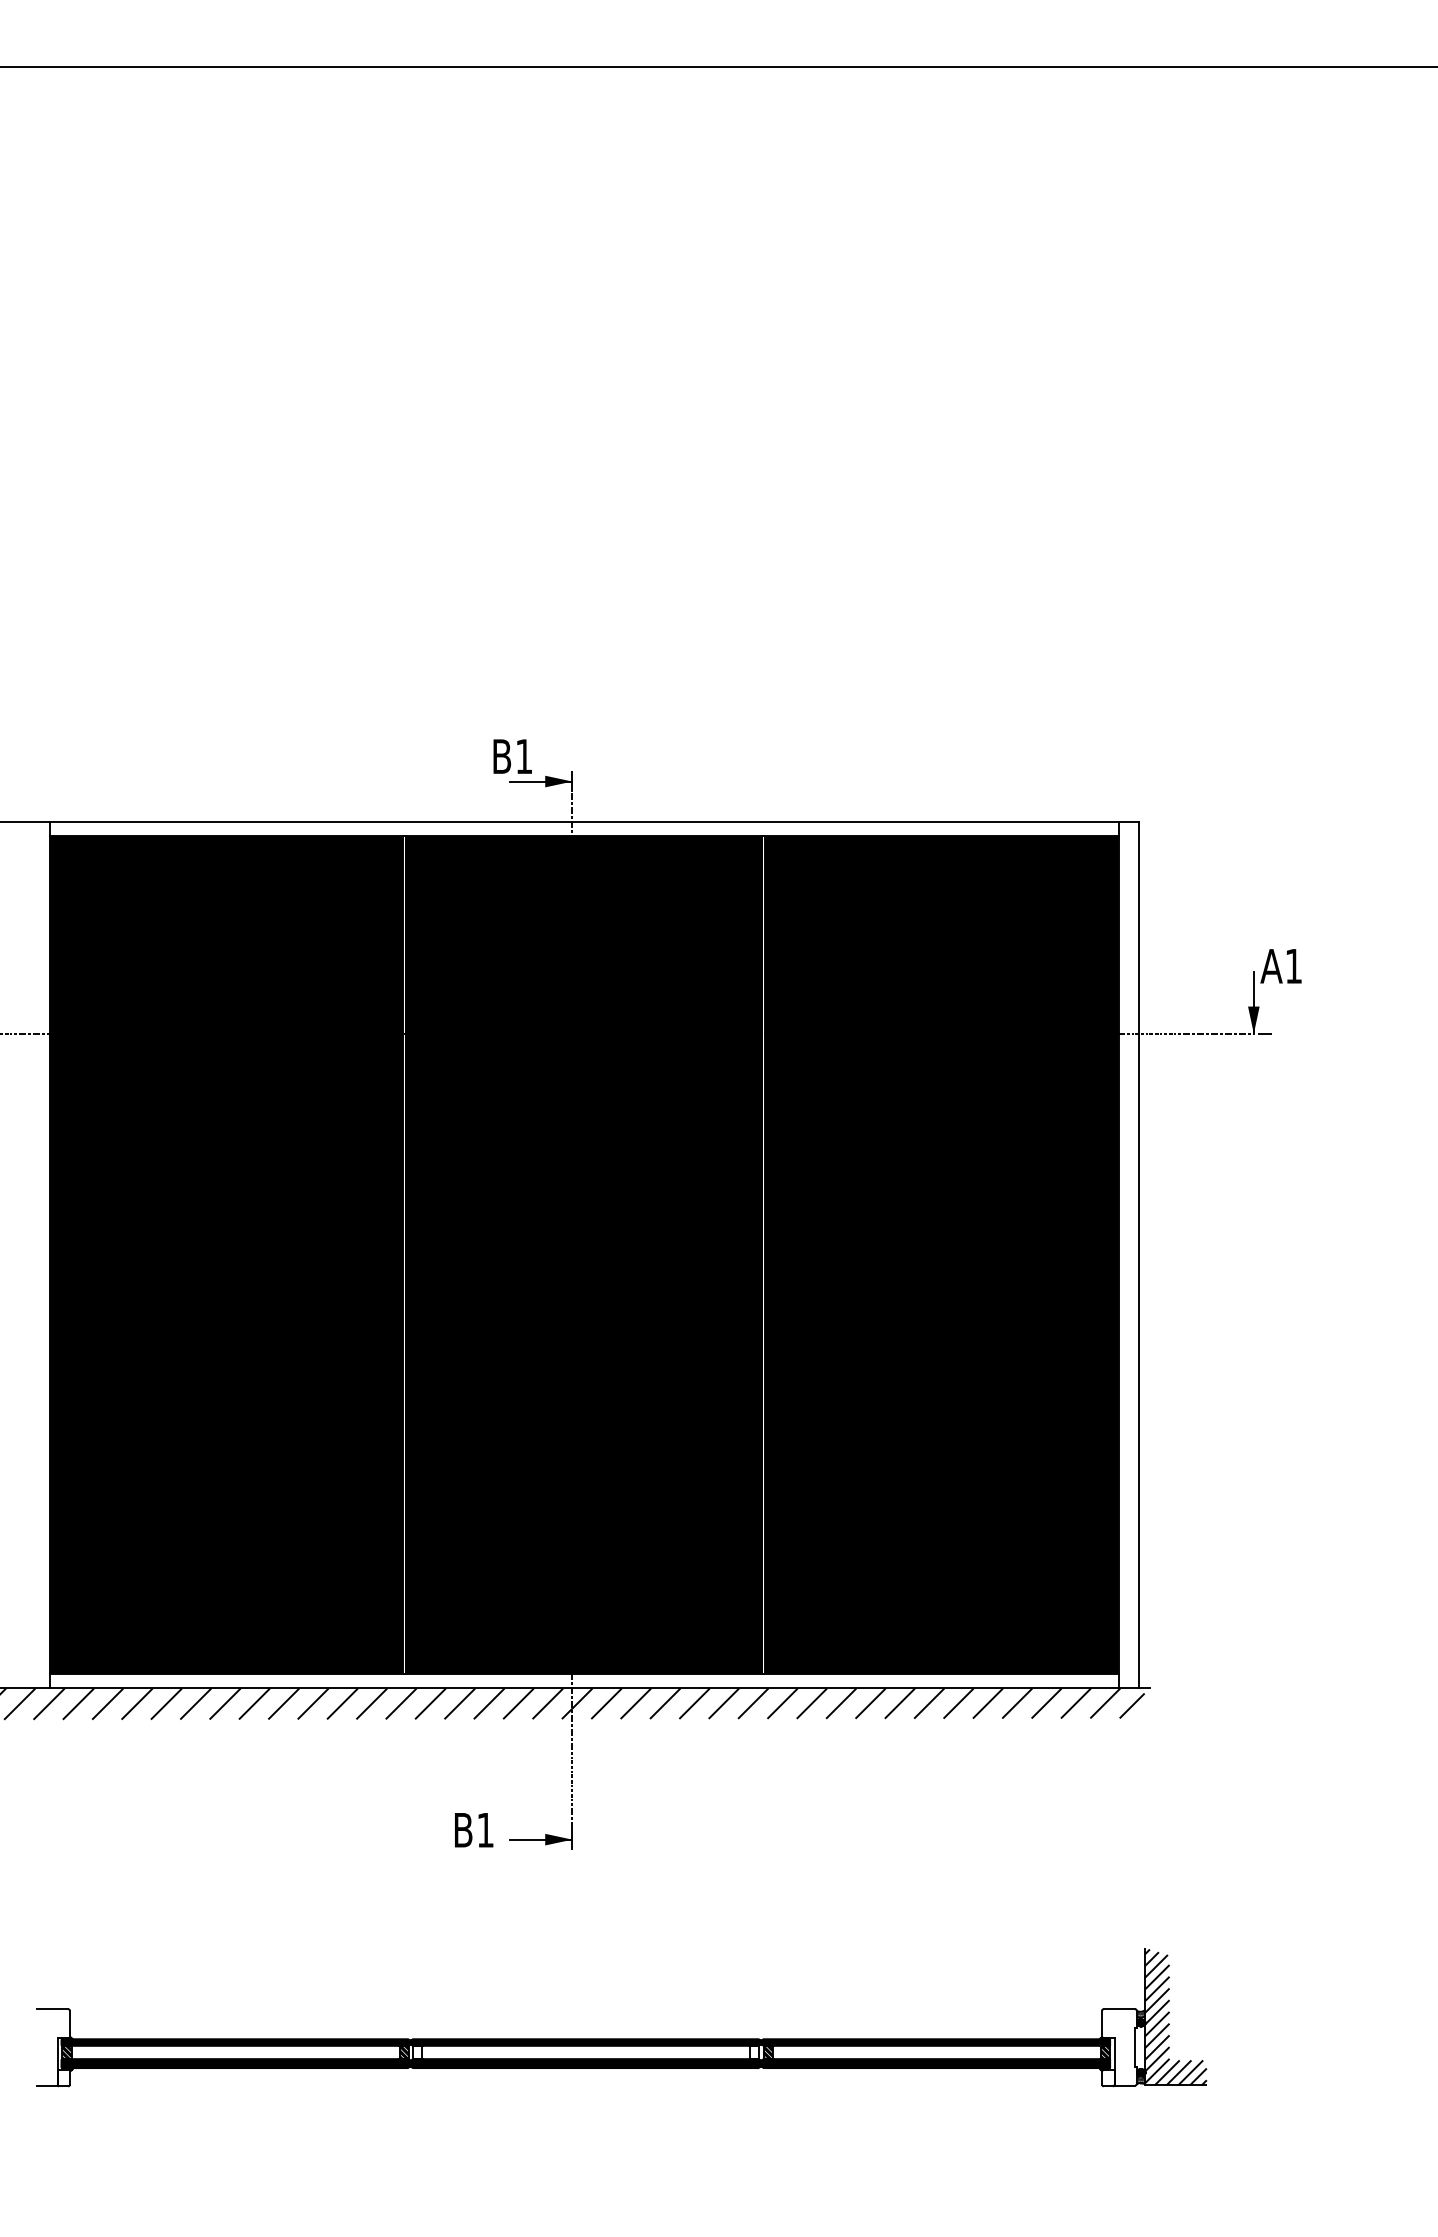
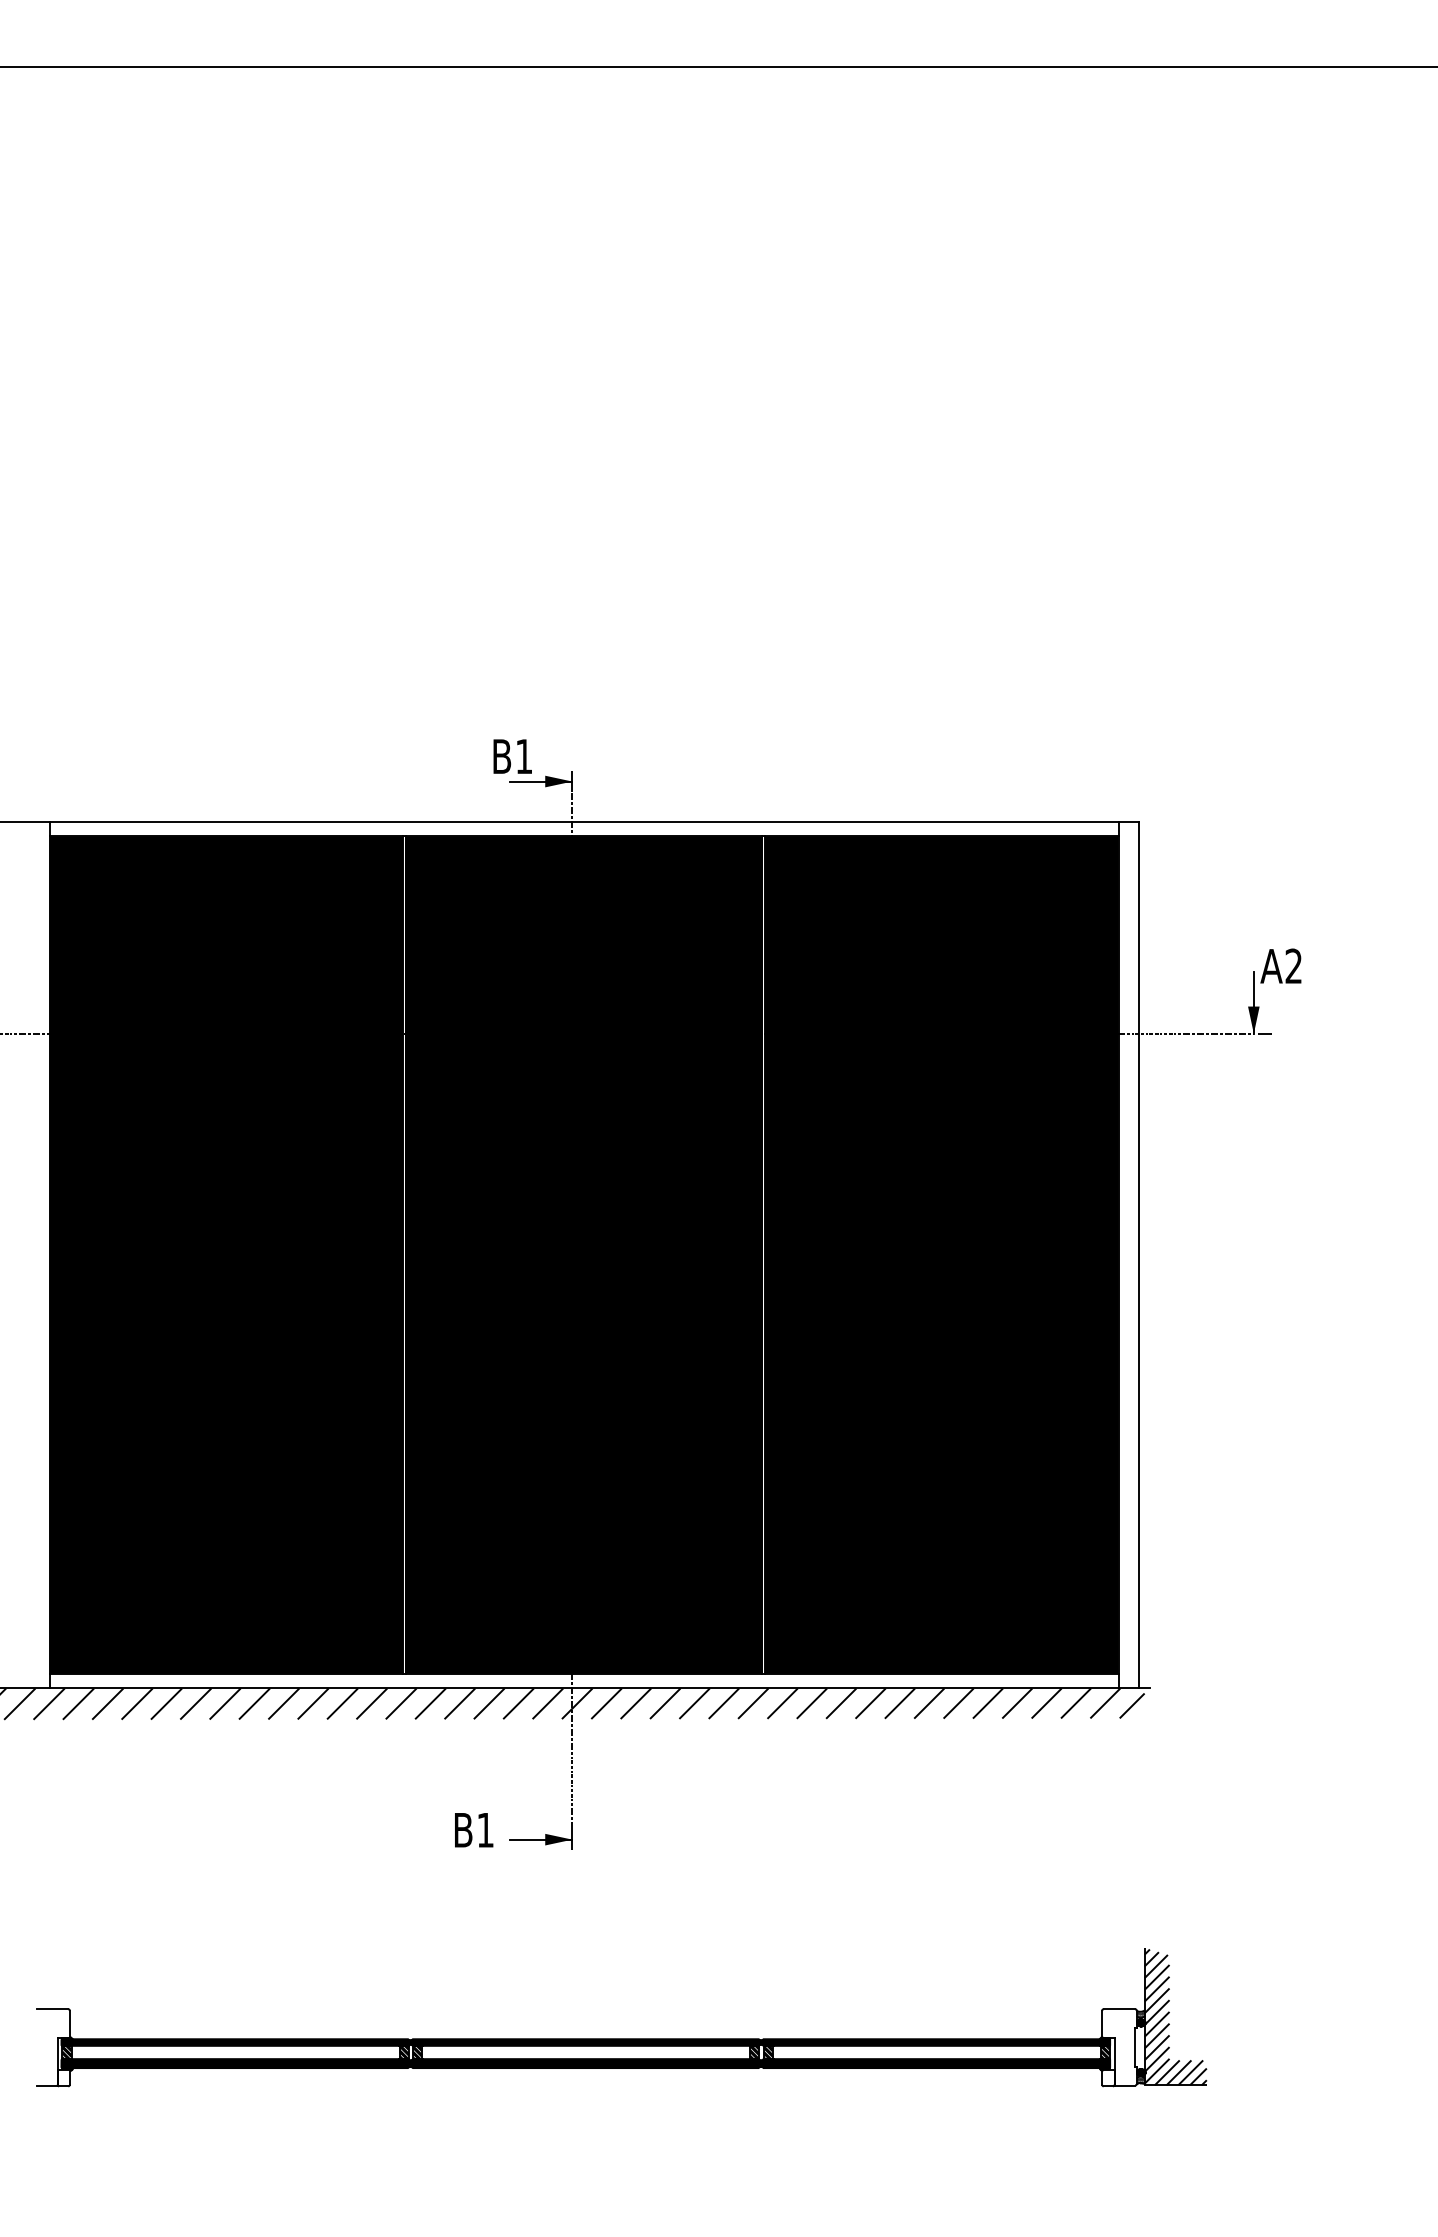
text at (1293, 965): A1 -> A2
hatch at (417, 2052): none -> present
hatch at (754, 2052): none -> present
